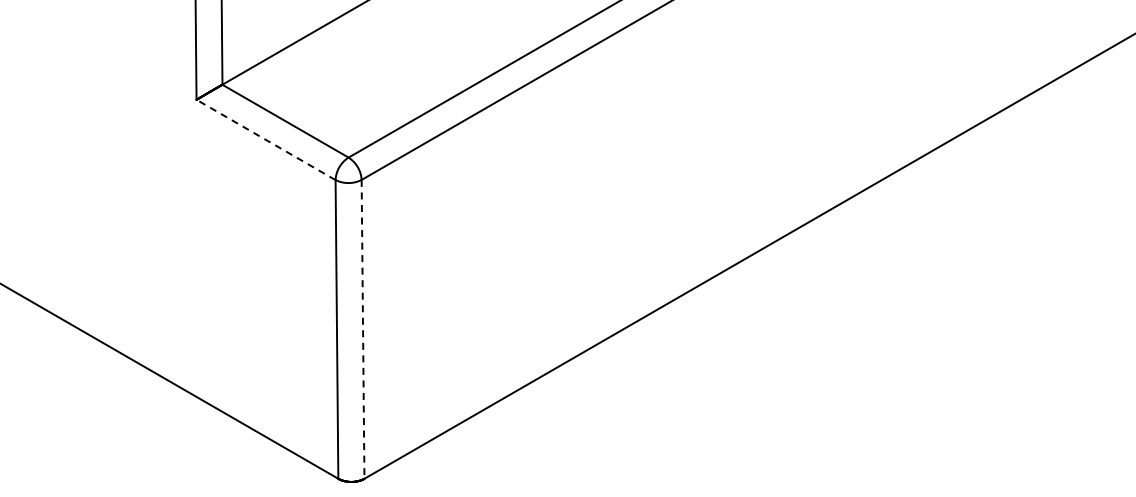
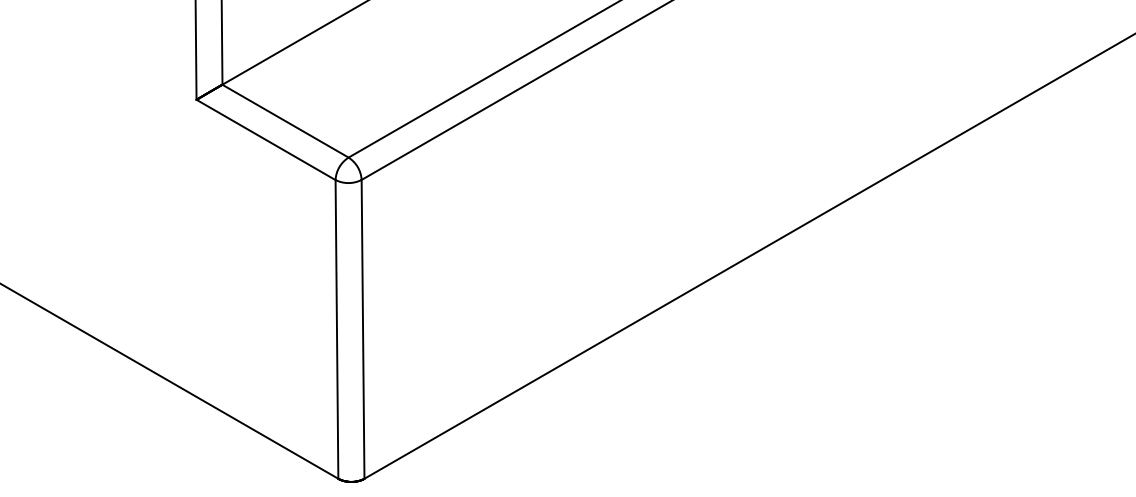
line at (265, 139): dashed -> solid
line at (363, 329): dashed -> solid
